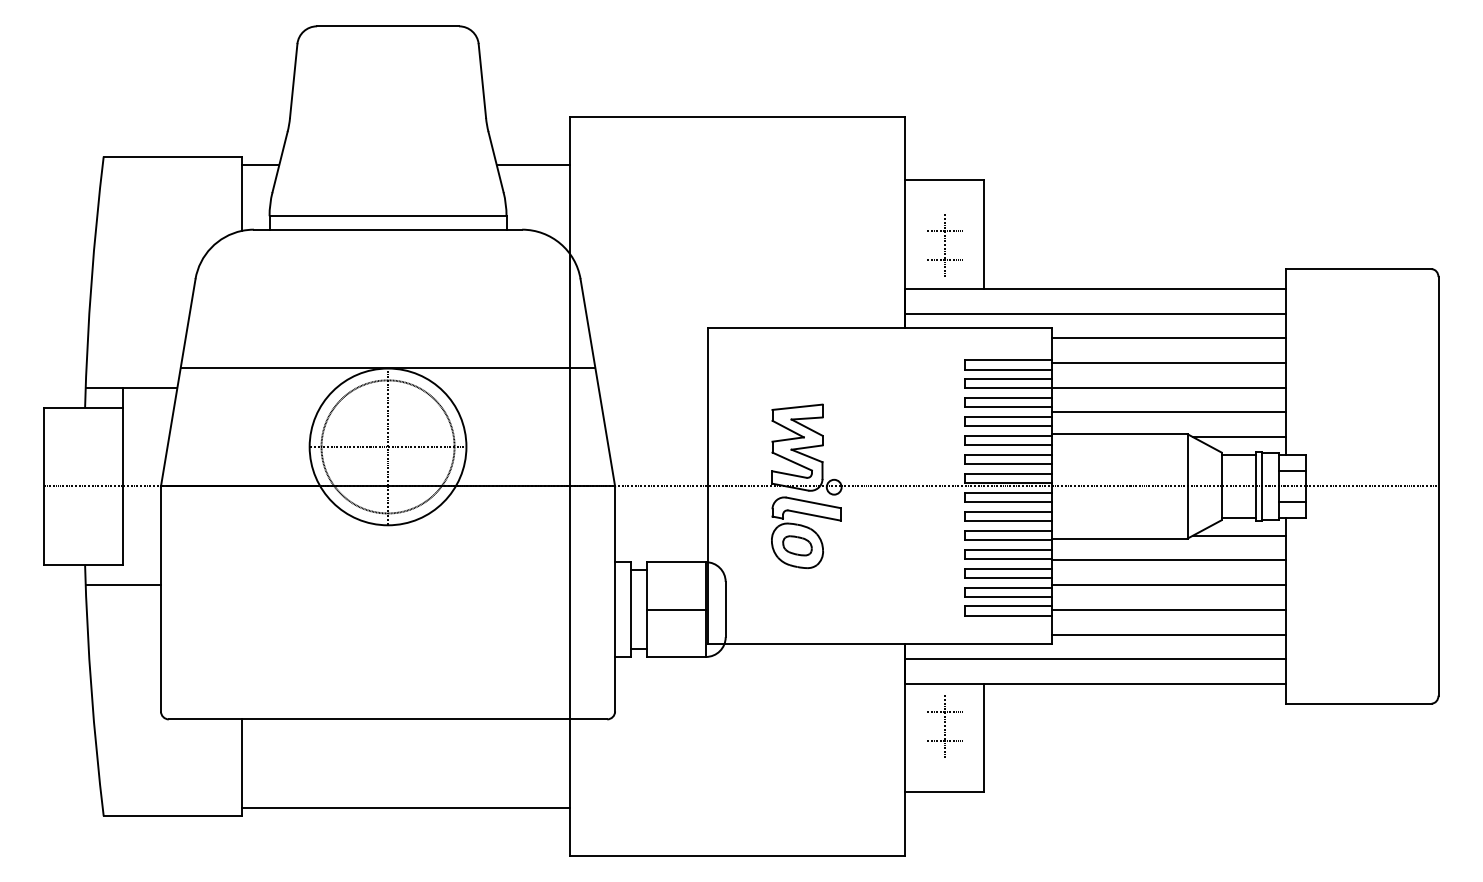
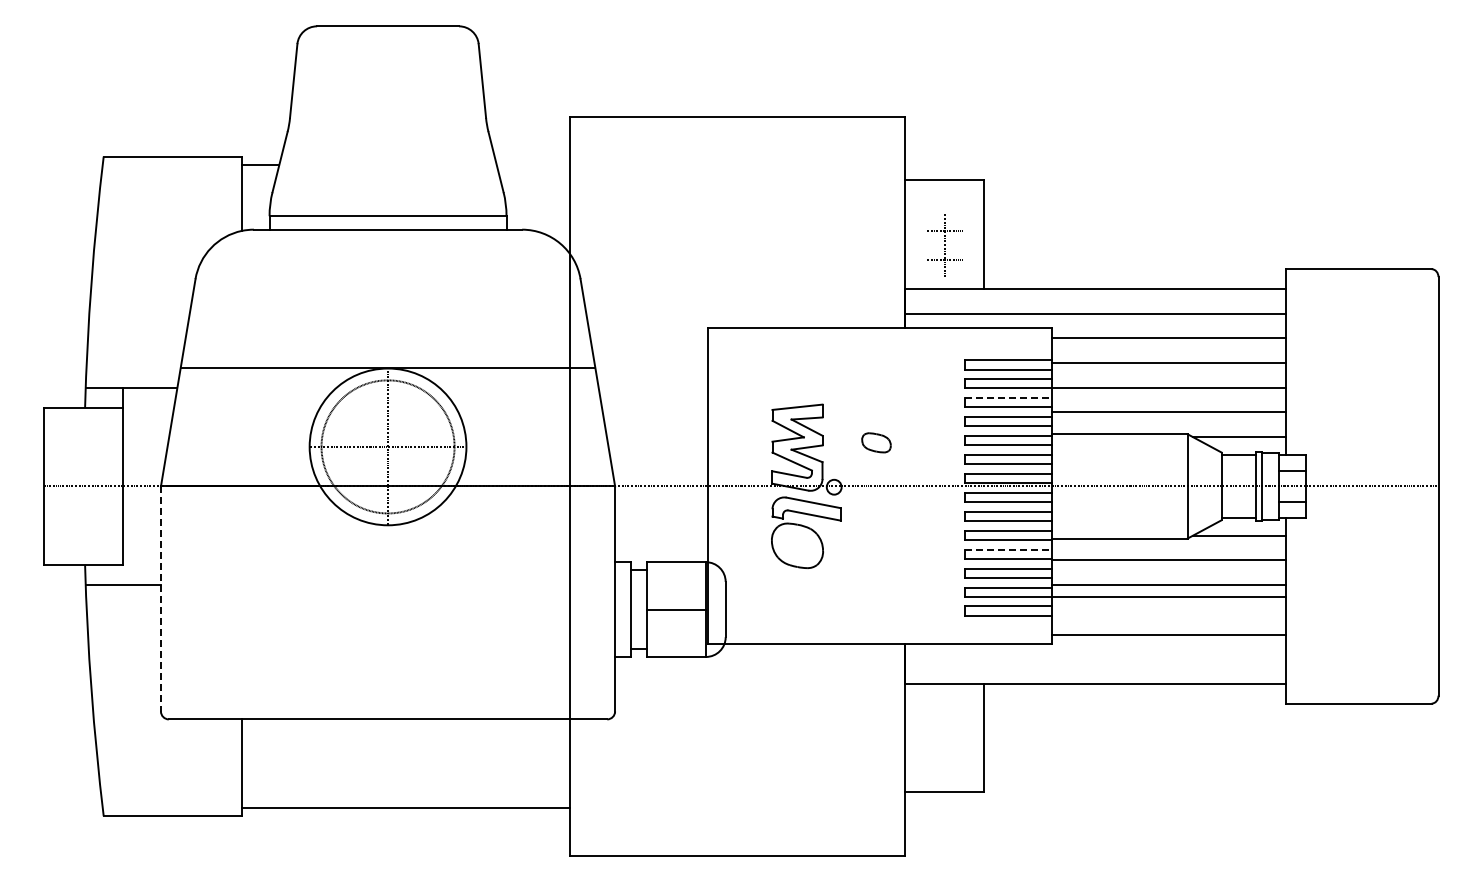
line at (532, 164): present -> none
line at (1008, 397): solid -> dashed
part at (797, 545) position: (797, 545) -> (876, 442)
line at (1008, 549): solid -> dashed
line at (160, 598): solid -> dashed
line at (1168, 609) position: (1168, 609) -> (1168, 596)
line at (1095, 659): present -> none
part at (944, 726): present -> none
